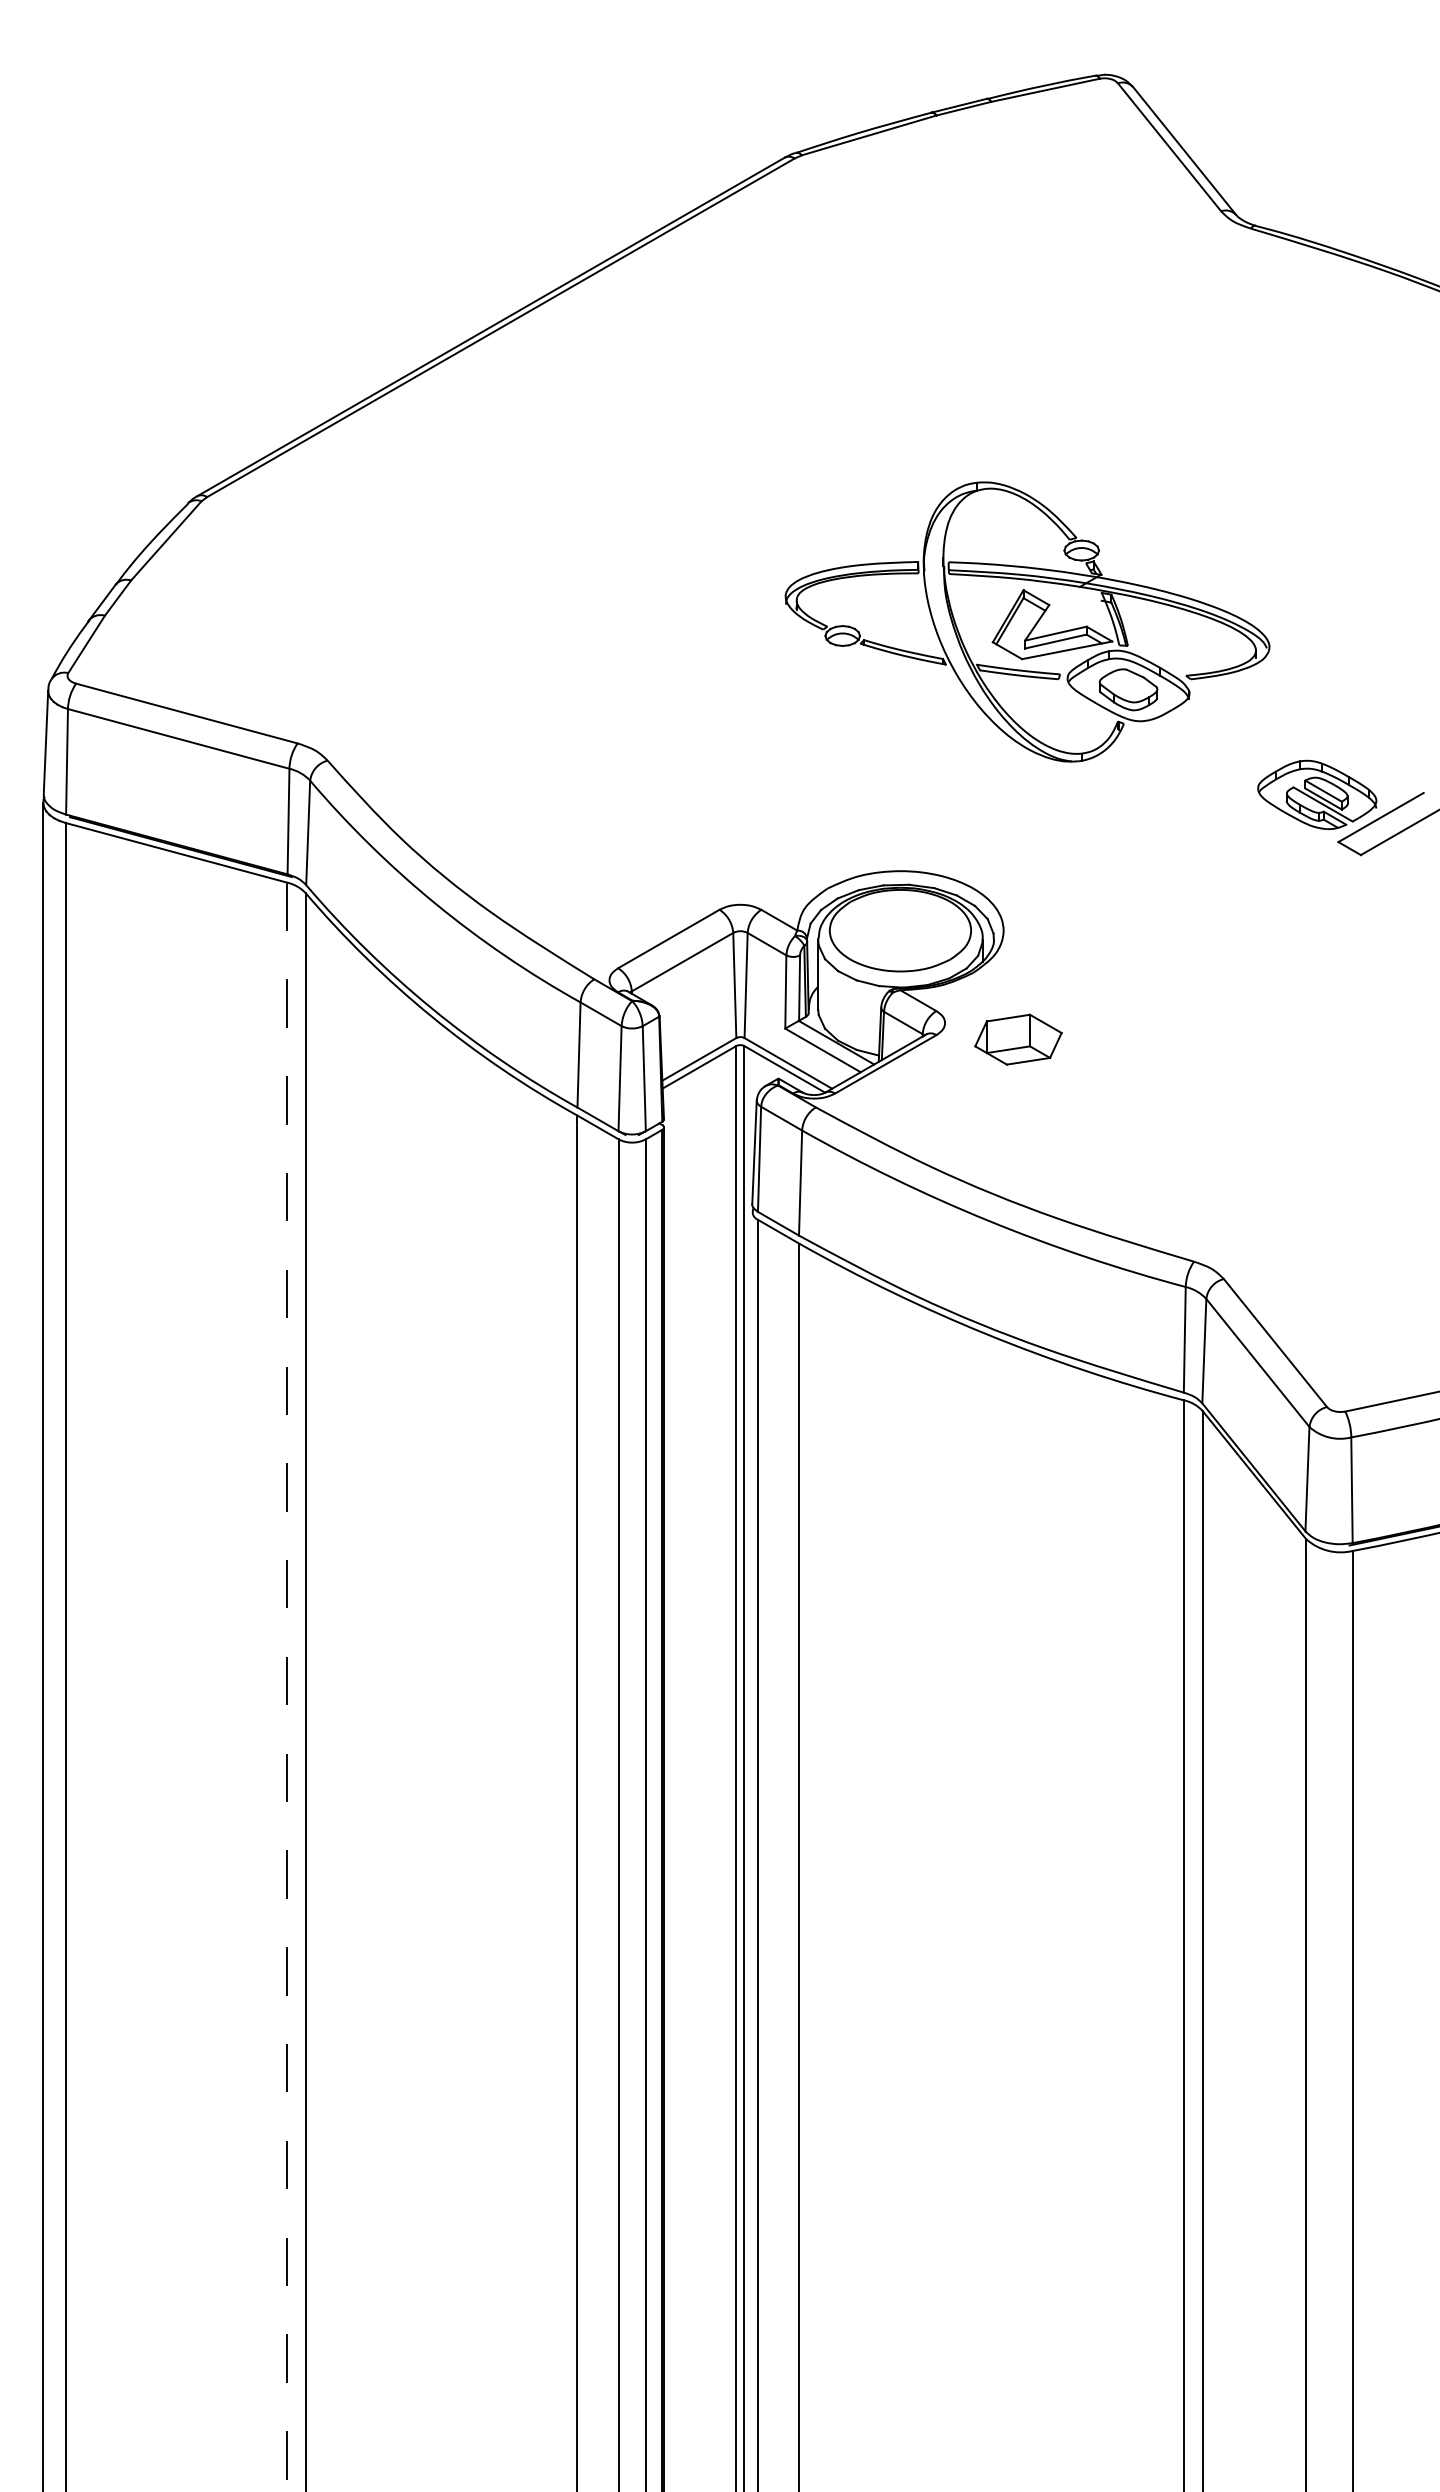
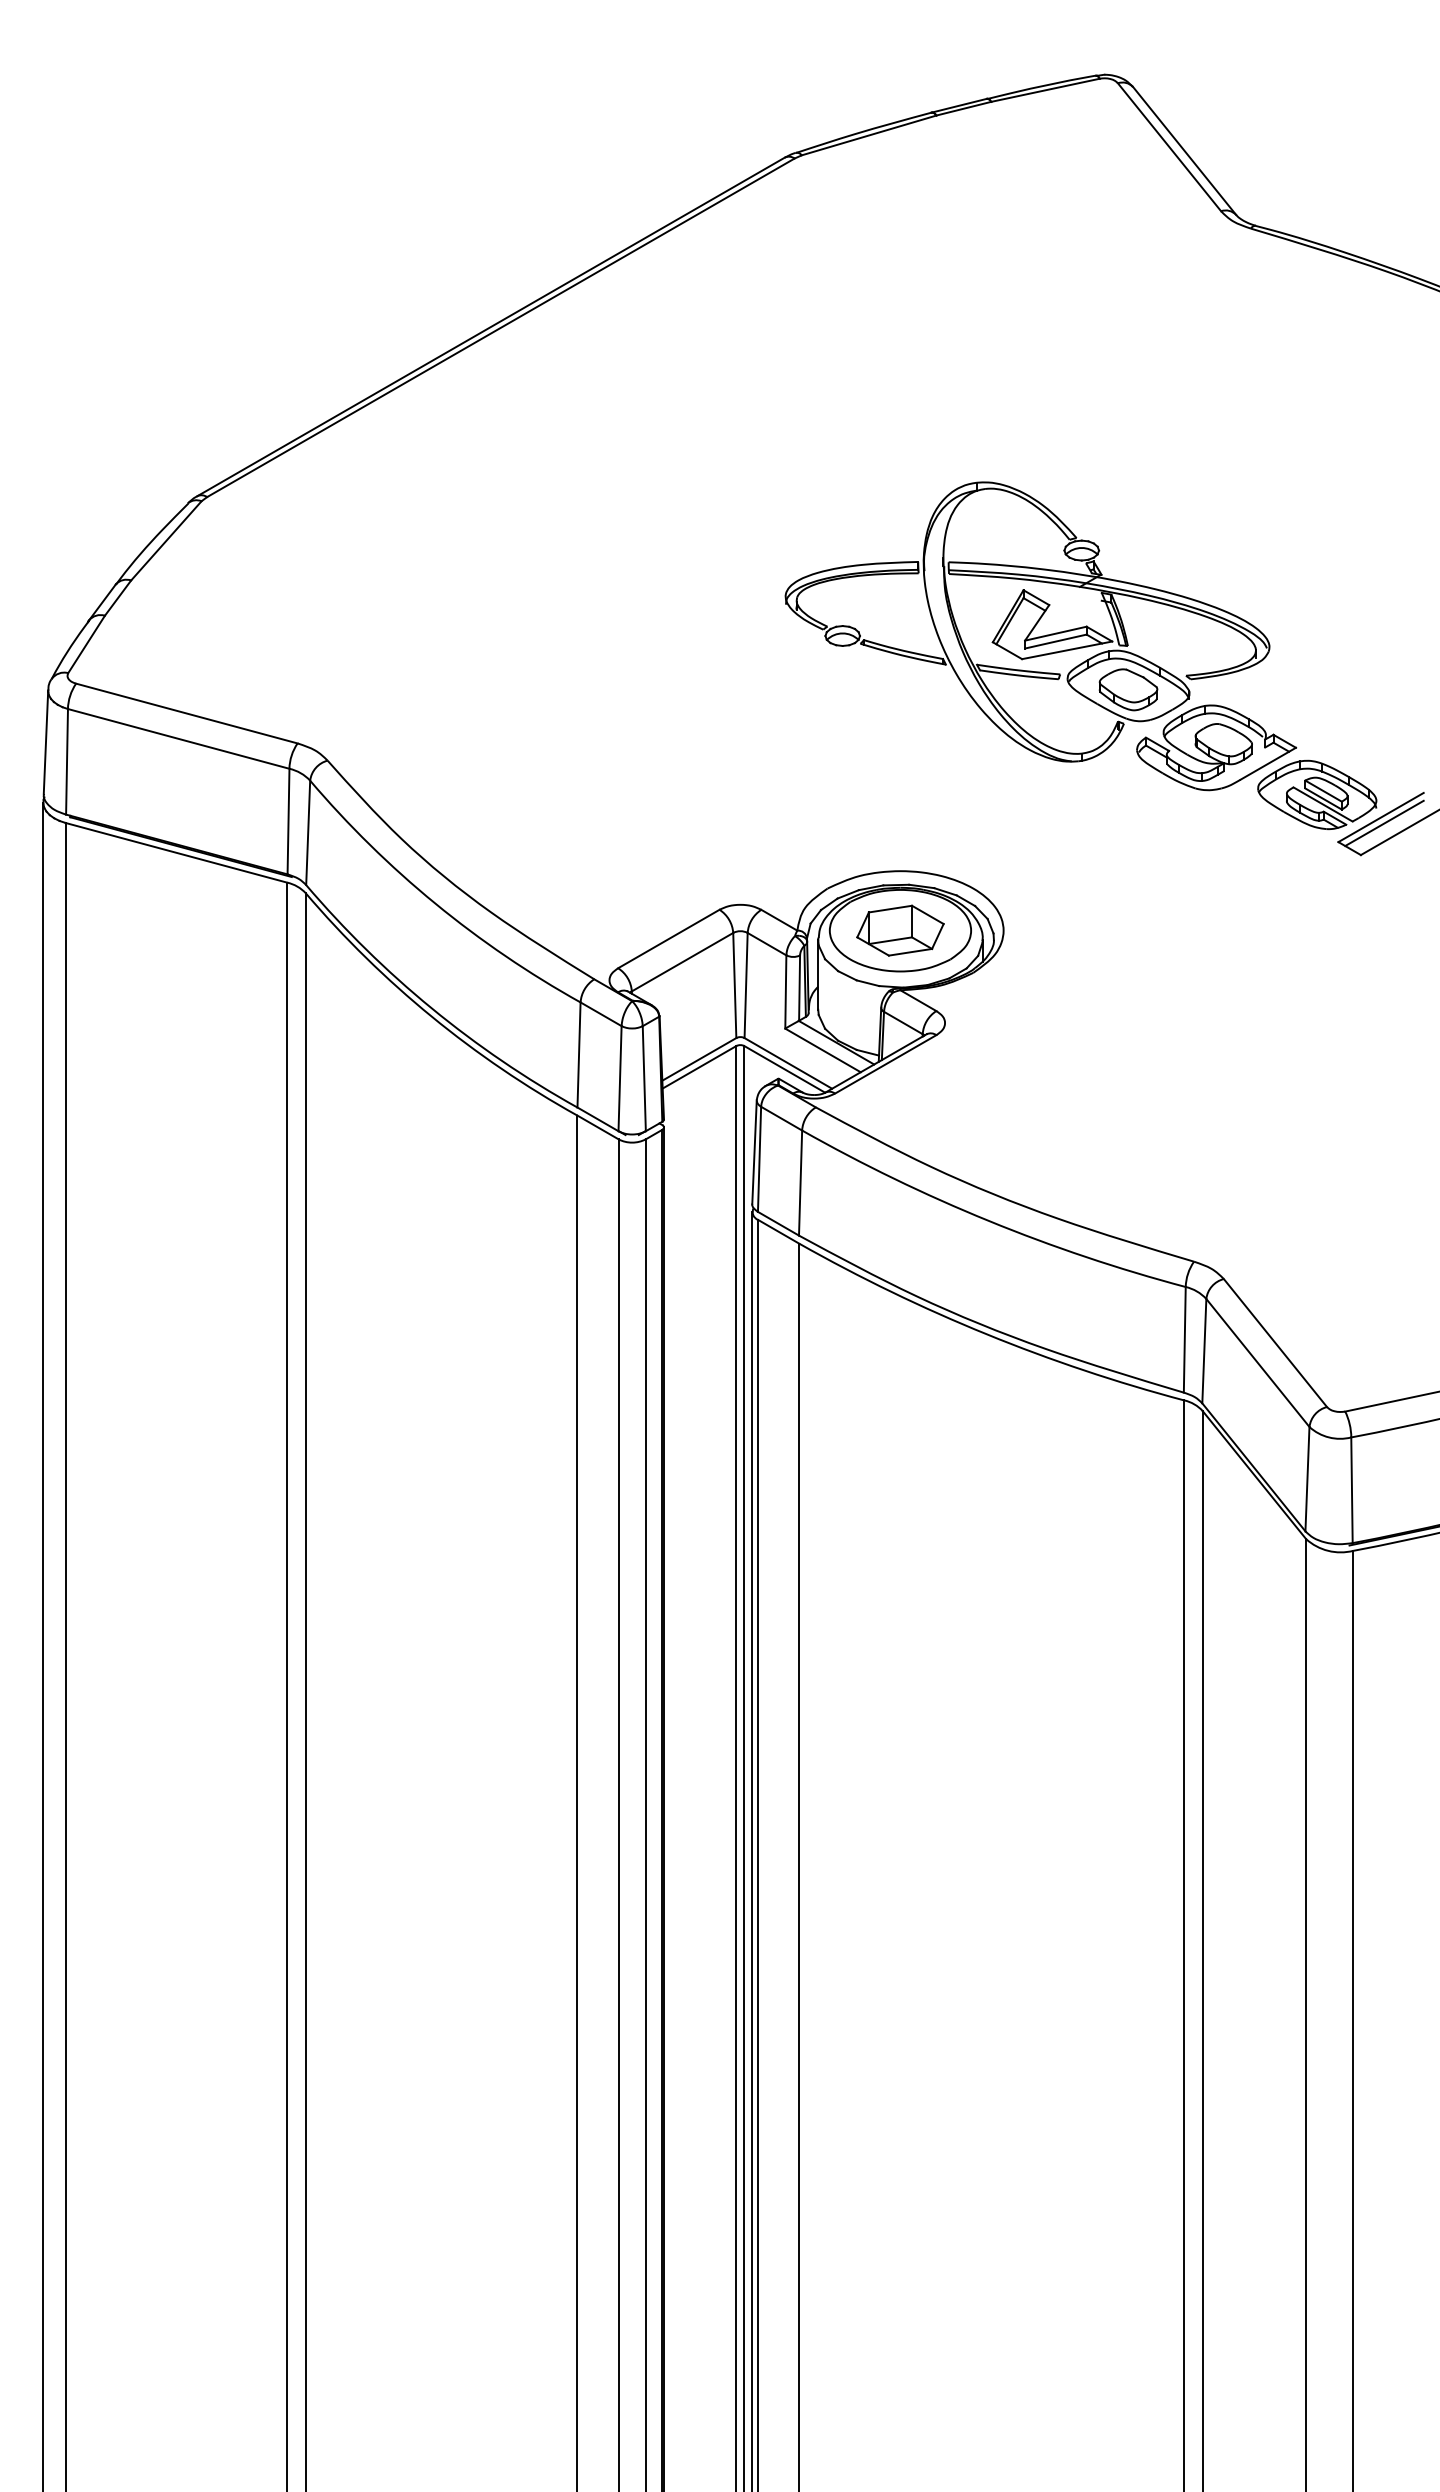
part at (1216, 747): none -> present
line at (1384, 823): none -> present
part at (1018, 1039) position: (1018, 1039) -> (900, 930)
line at (287, 1687): dashed -> solid
line at (752, 1850): none -> present
